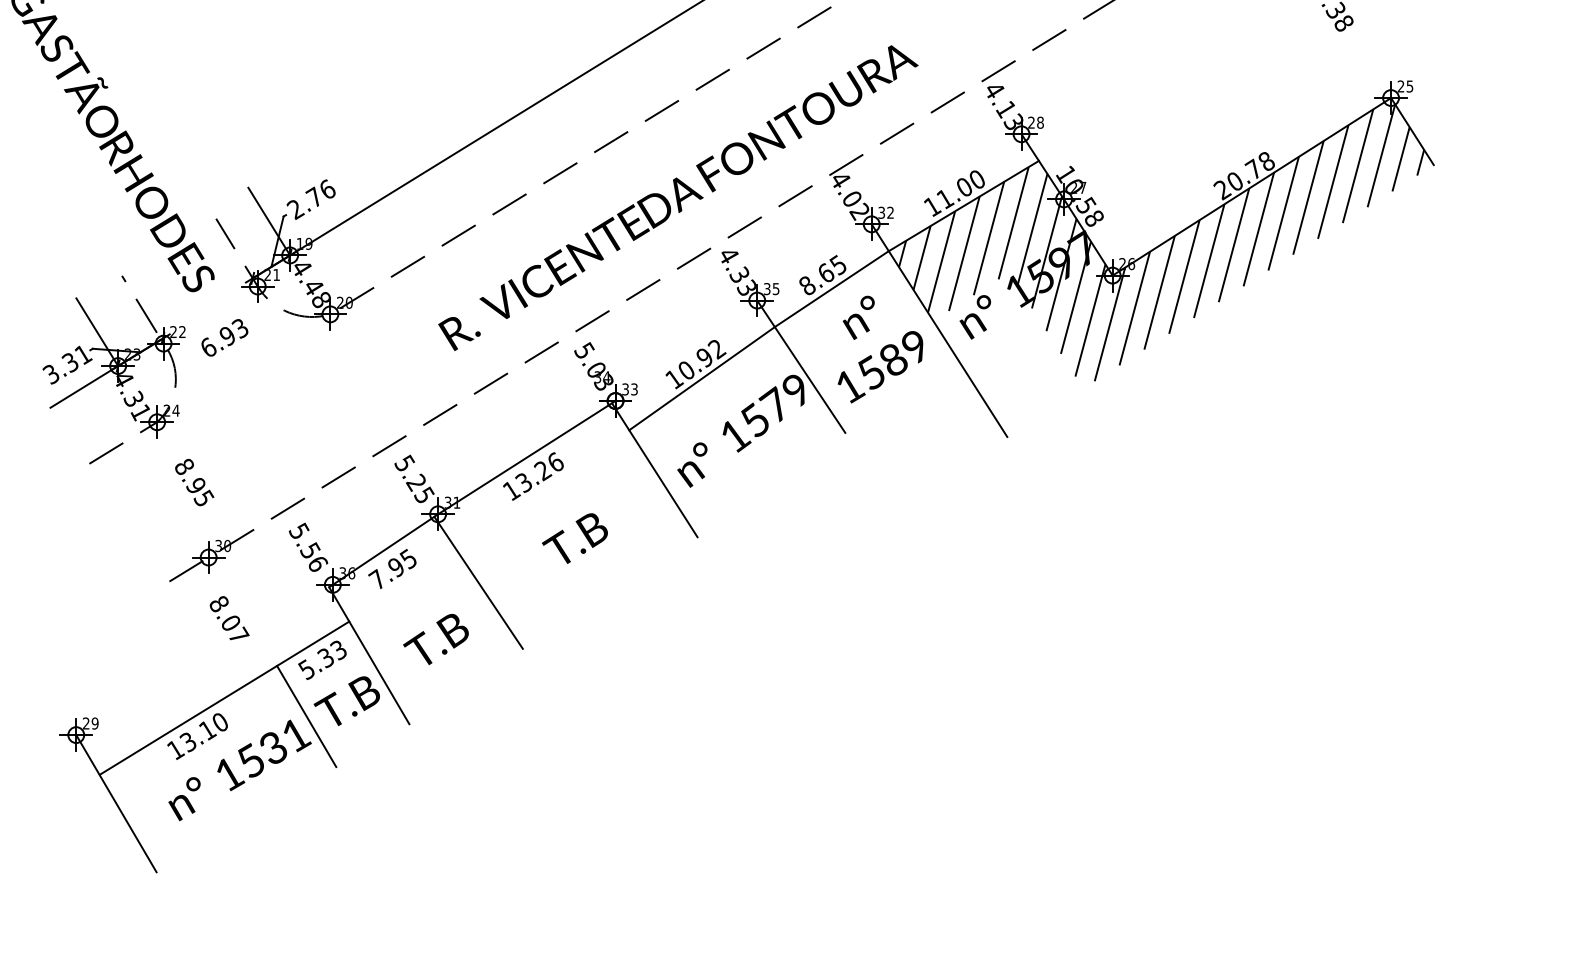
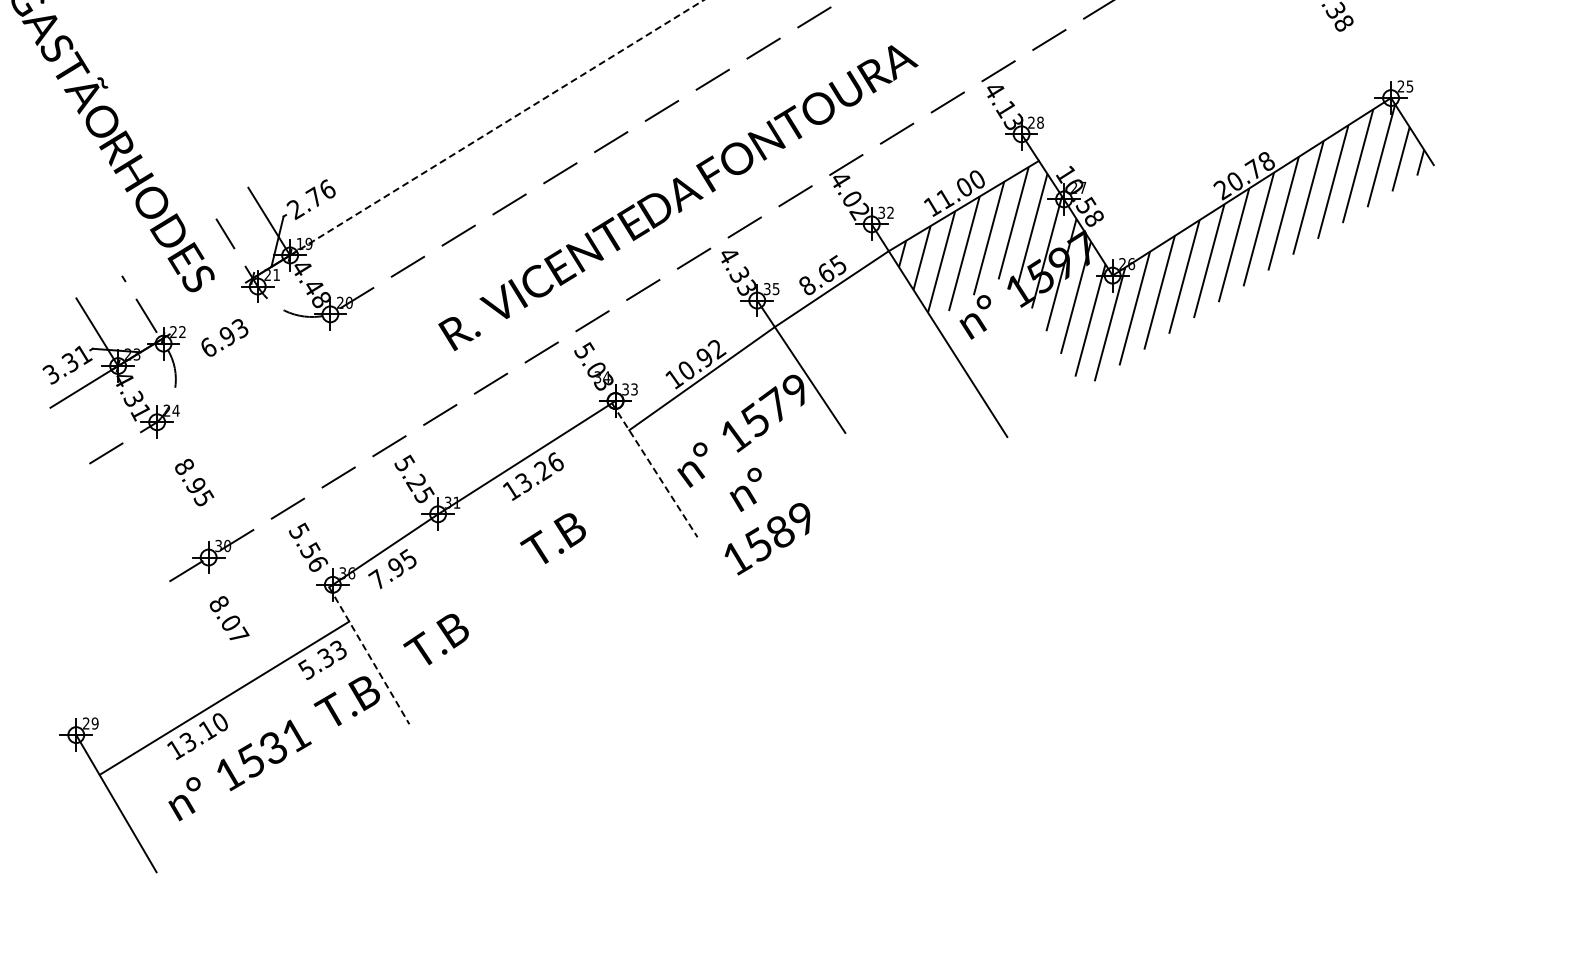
line at (496, 127): solid -> dashed
text at (880, 349) position: (880, 349) -> (767, 521)
line at (655, 470): solid -> dashed
text at (574, 538) position: (574, 538) -> (552, 538)
line at (478, 582): present -> none
line at (369, 656): solid -> dashed
line at (306, 716): present -> none
